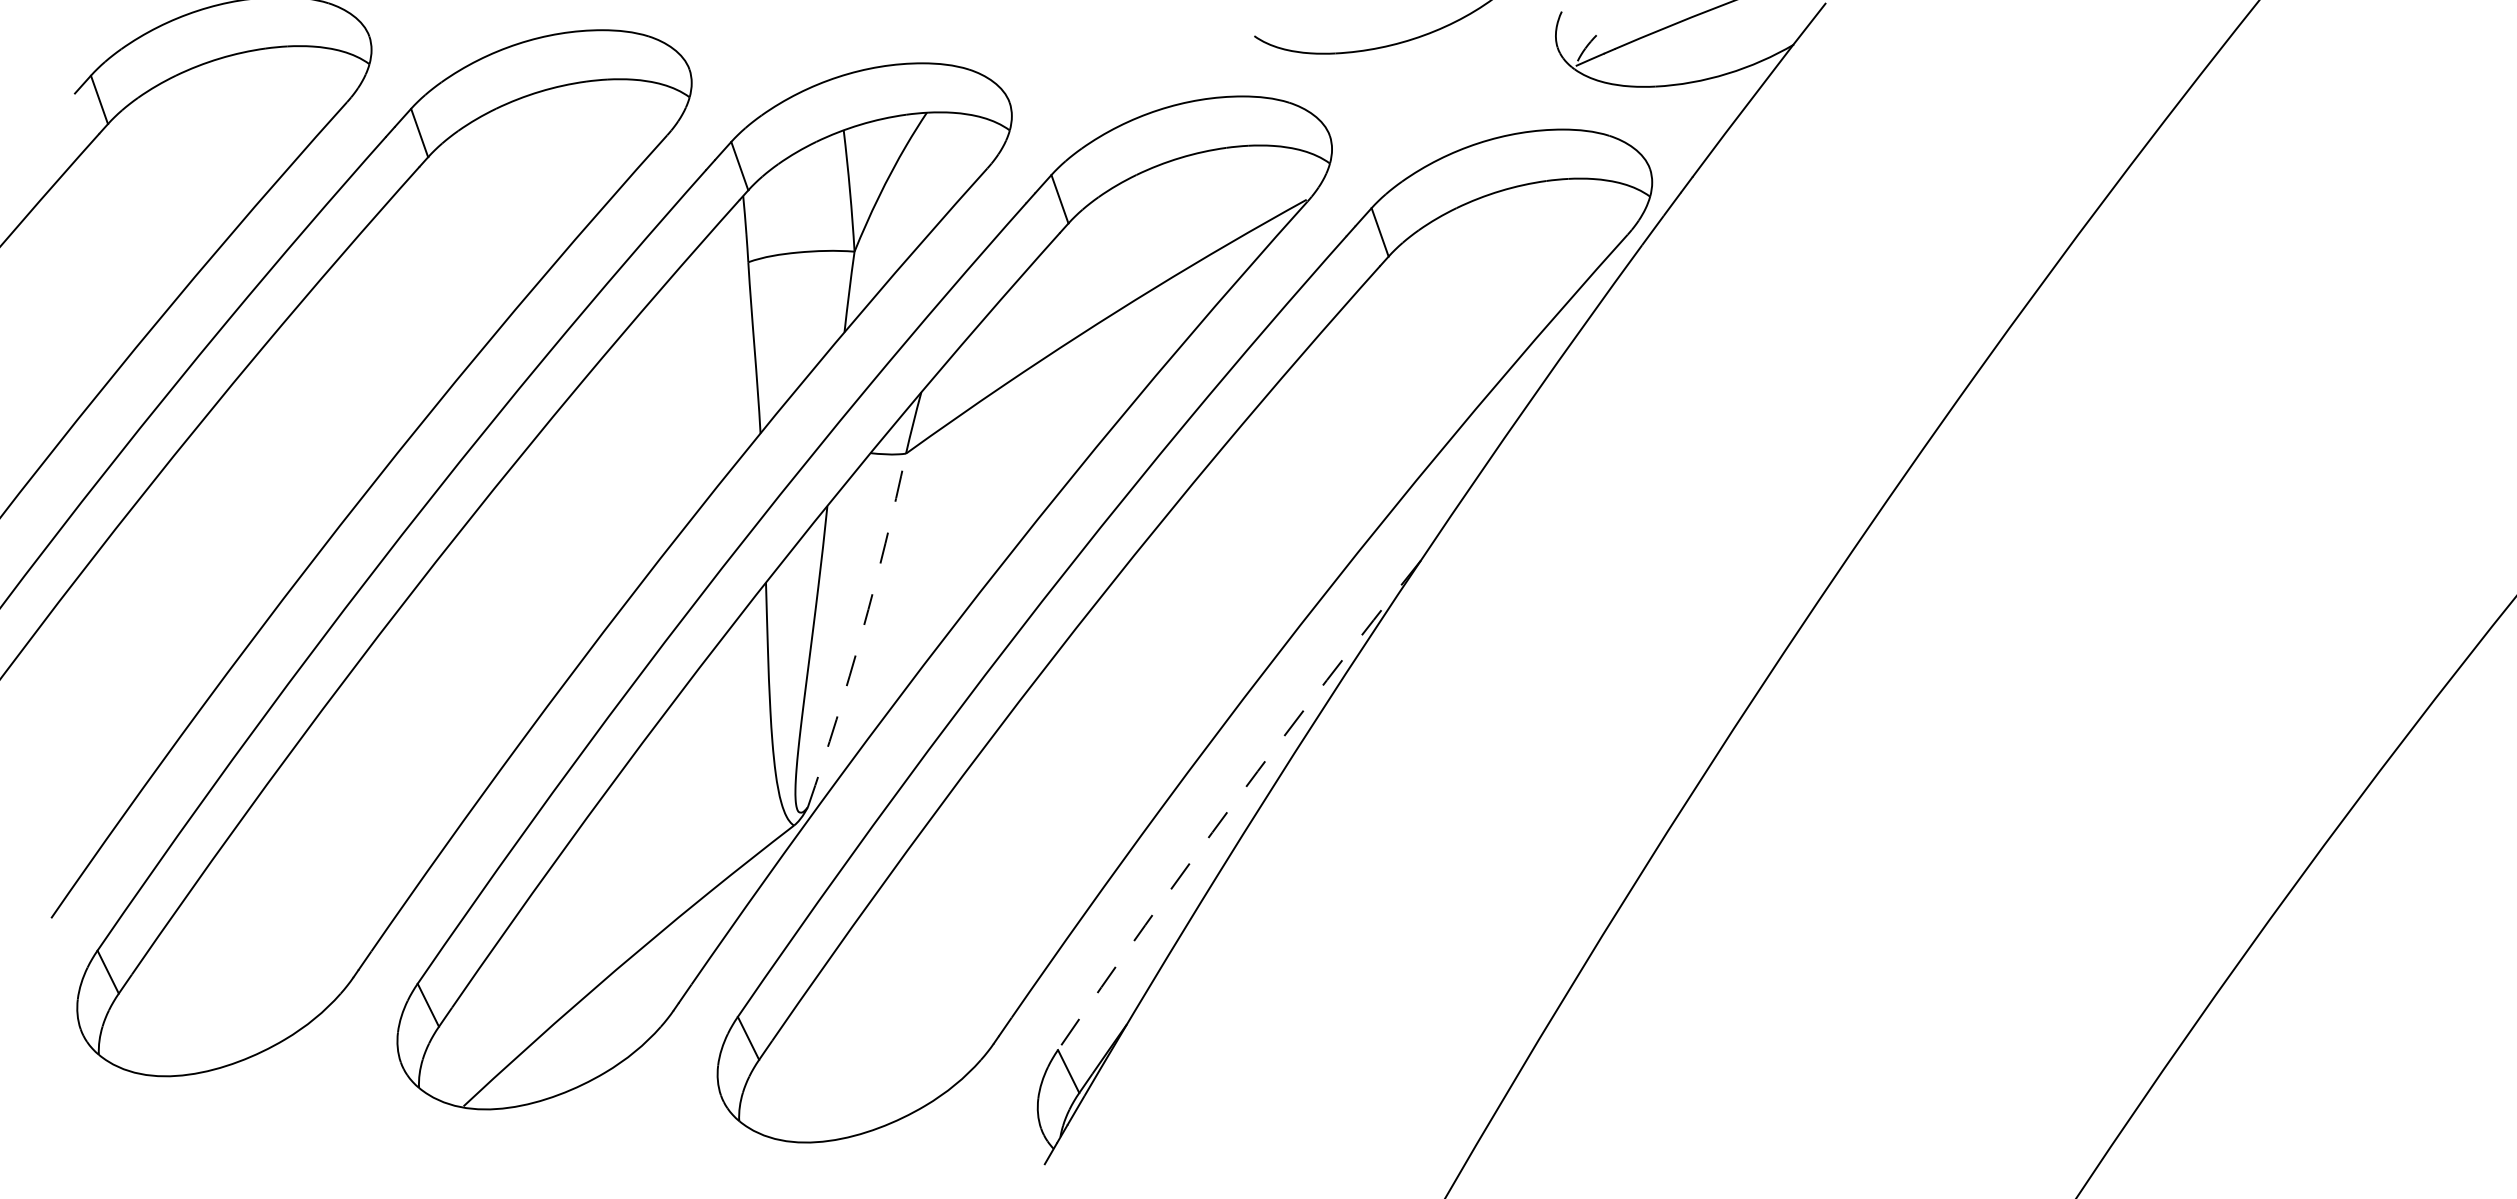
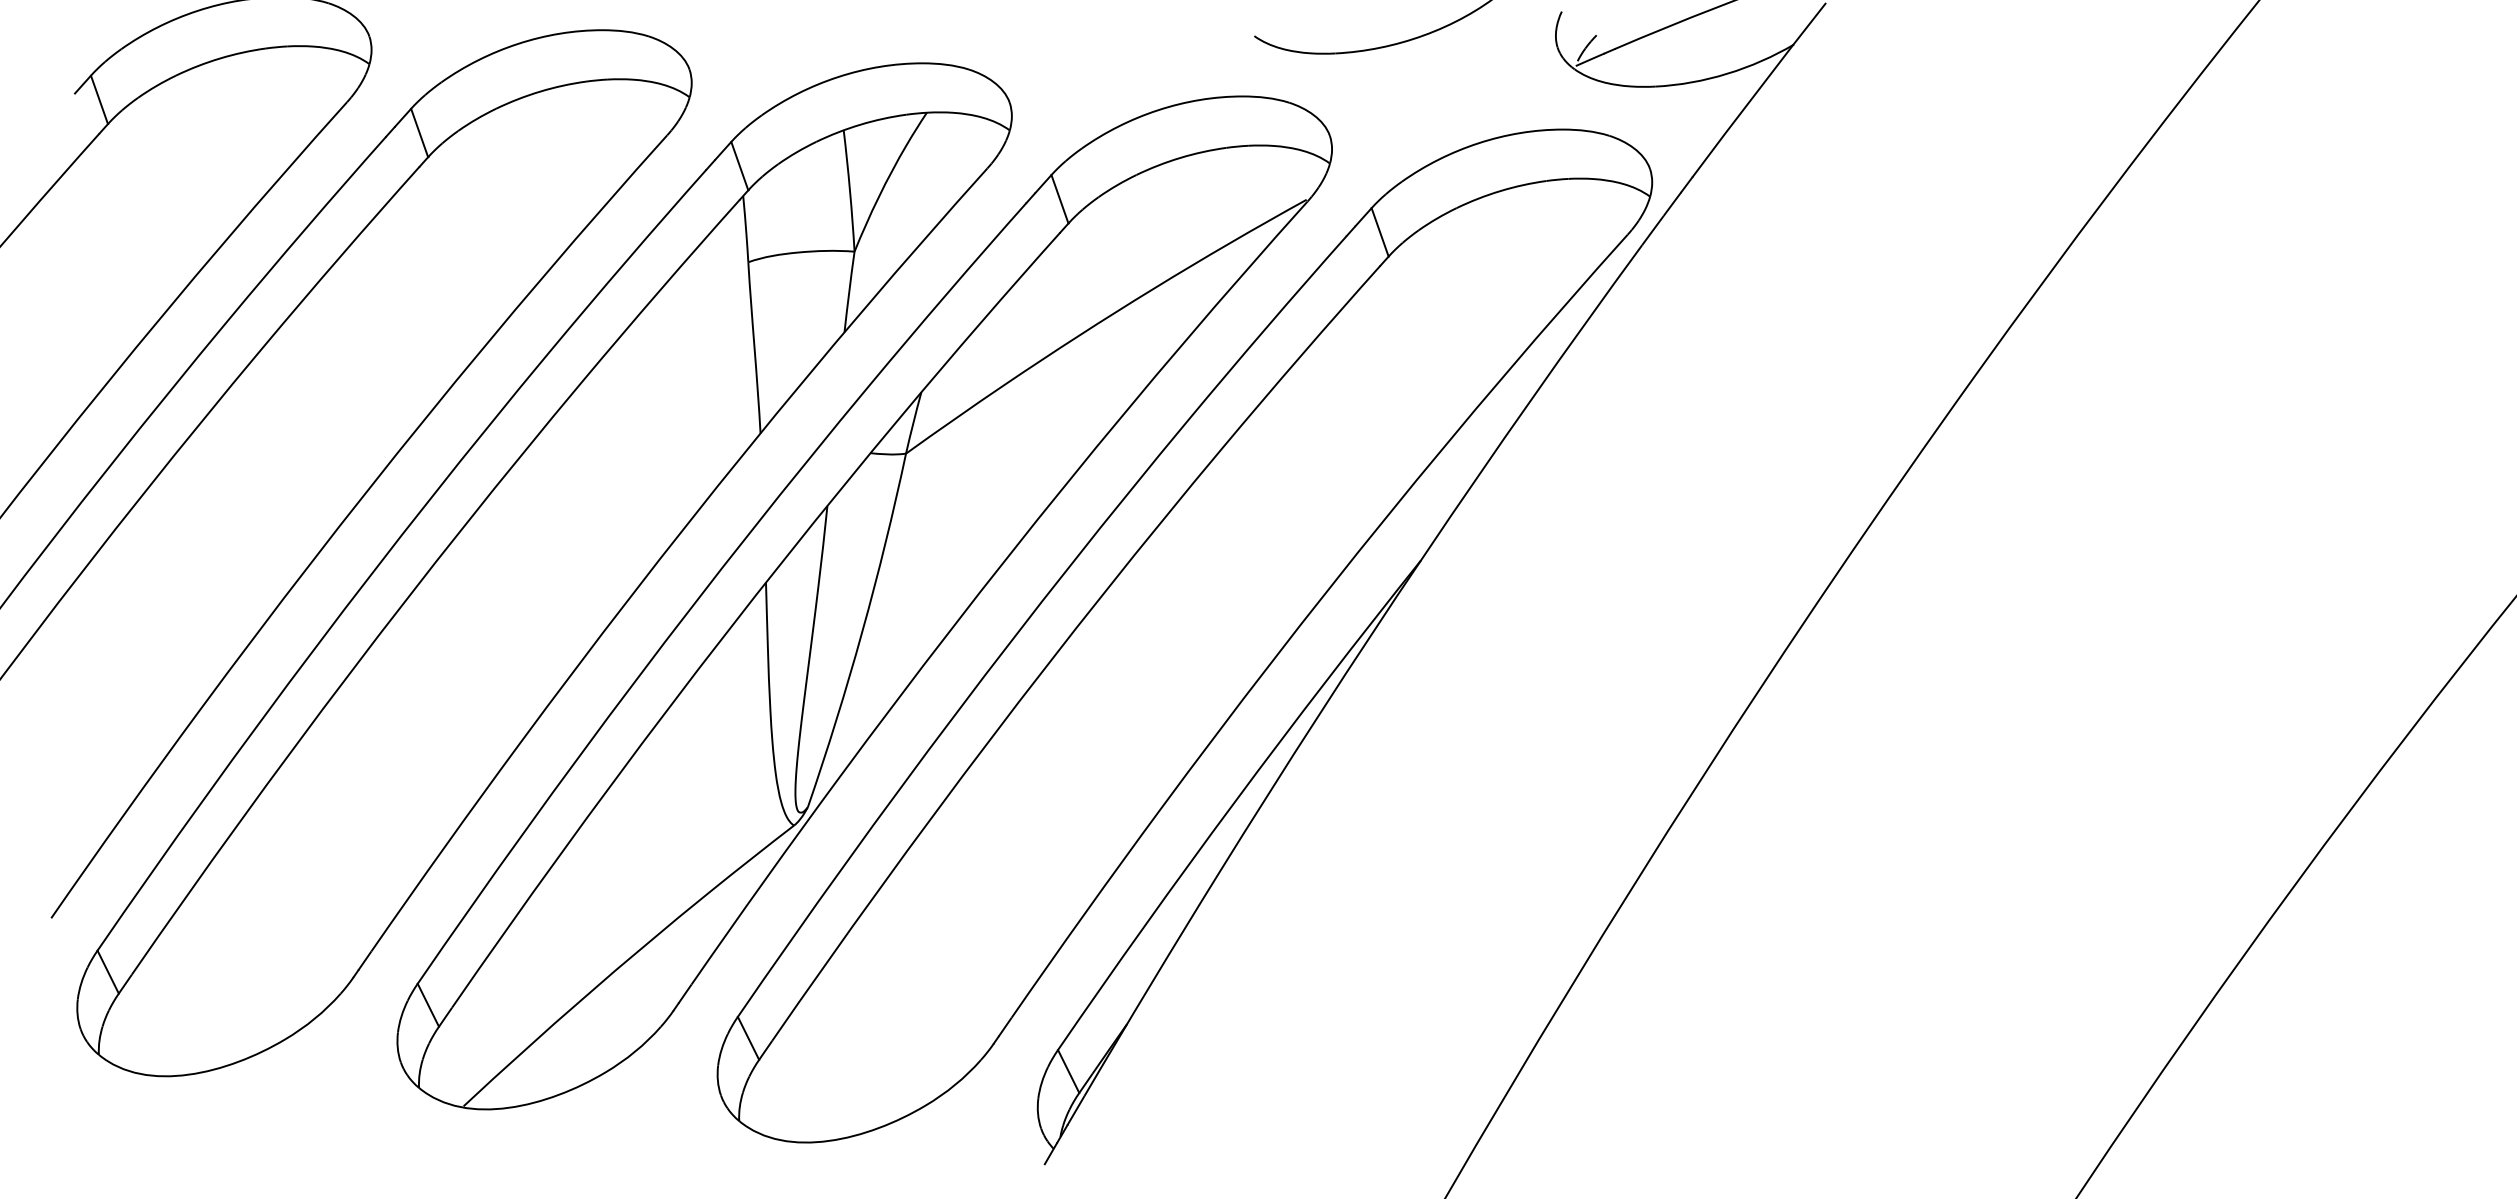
arc at (862, 631): dashed -> solid
arc at (1235, 801): dashed -> solid
